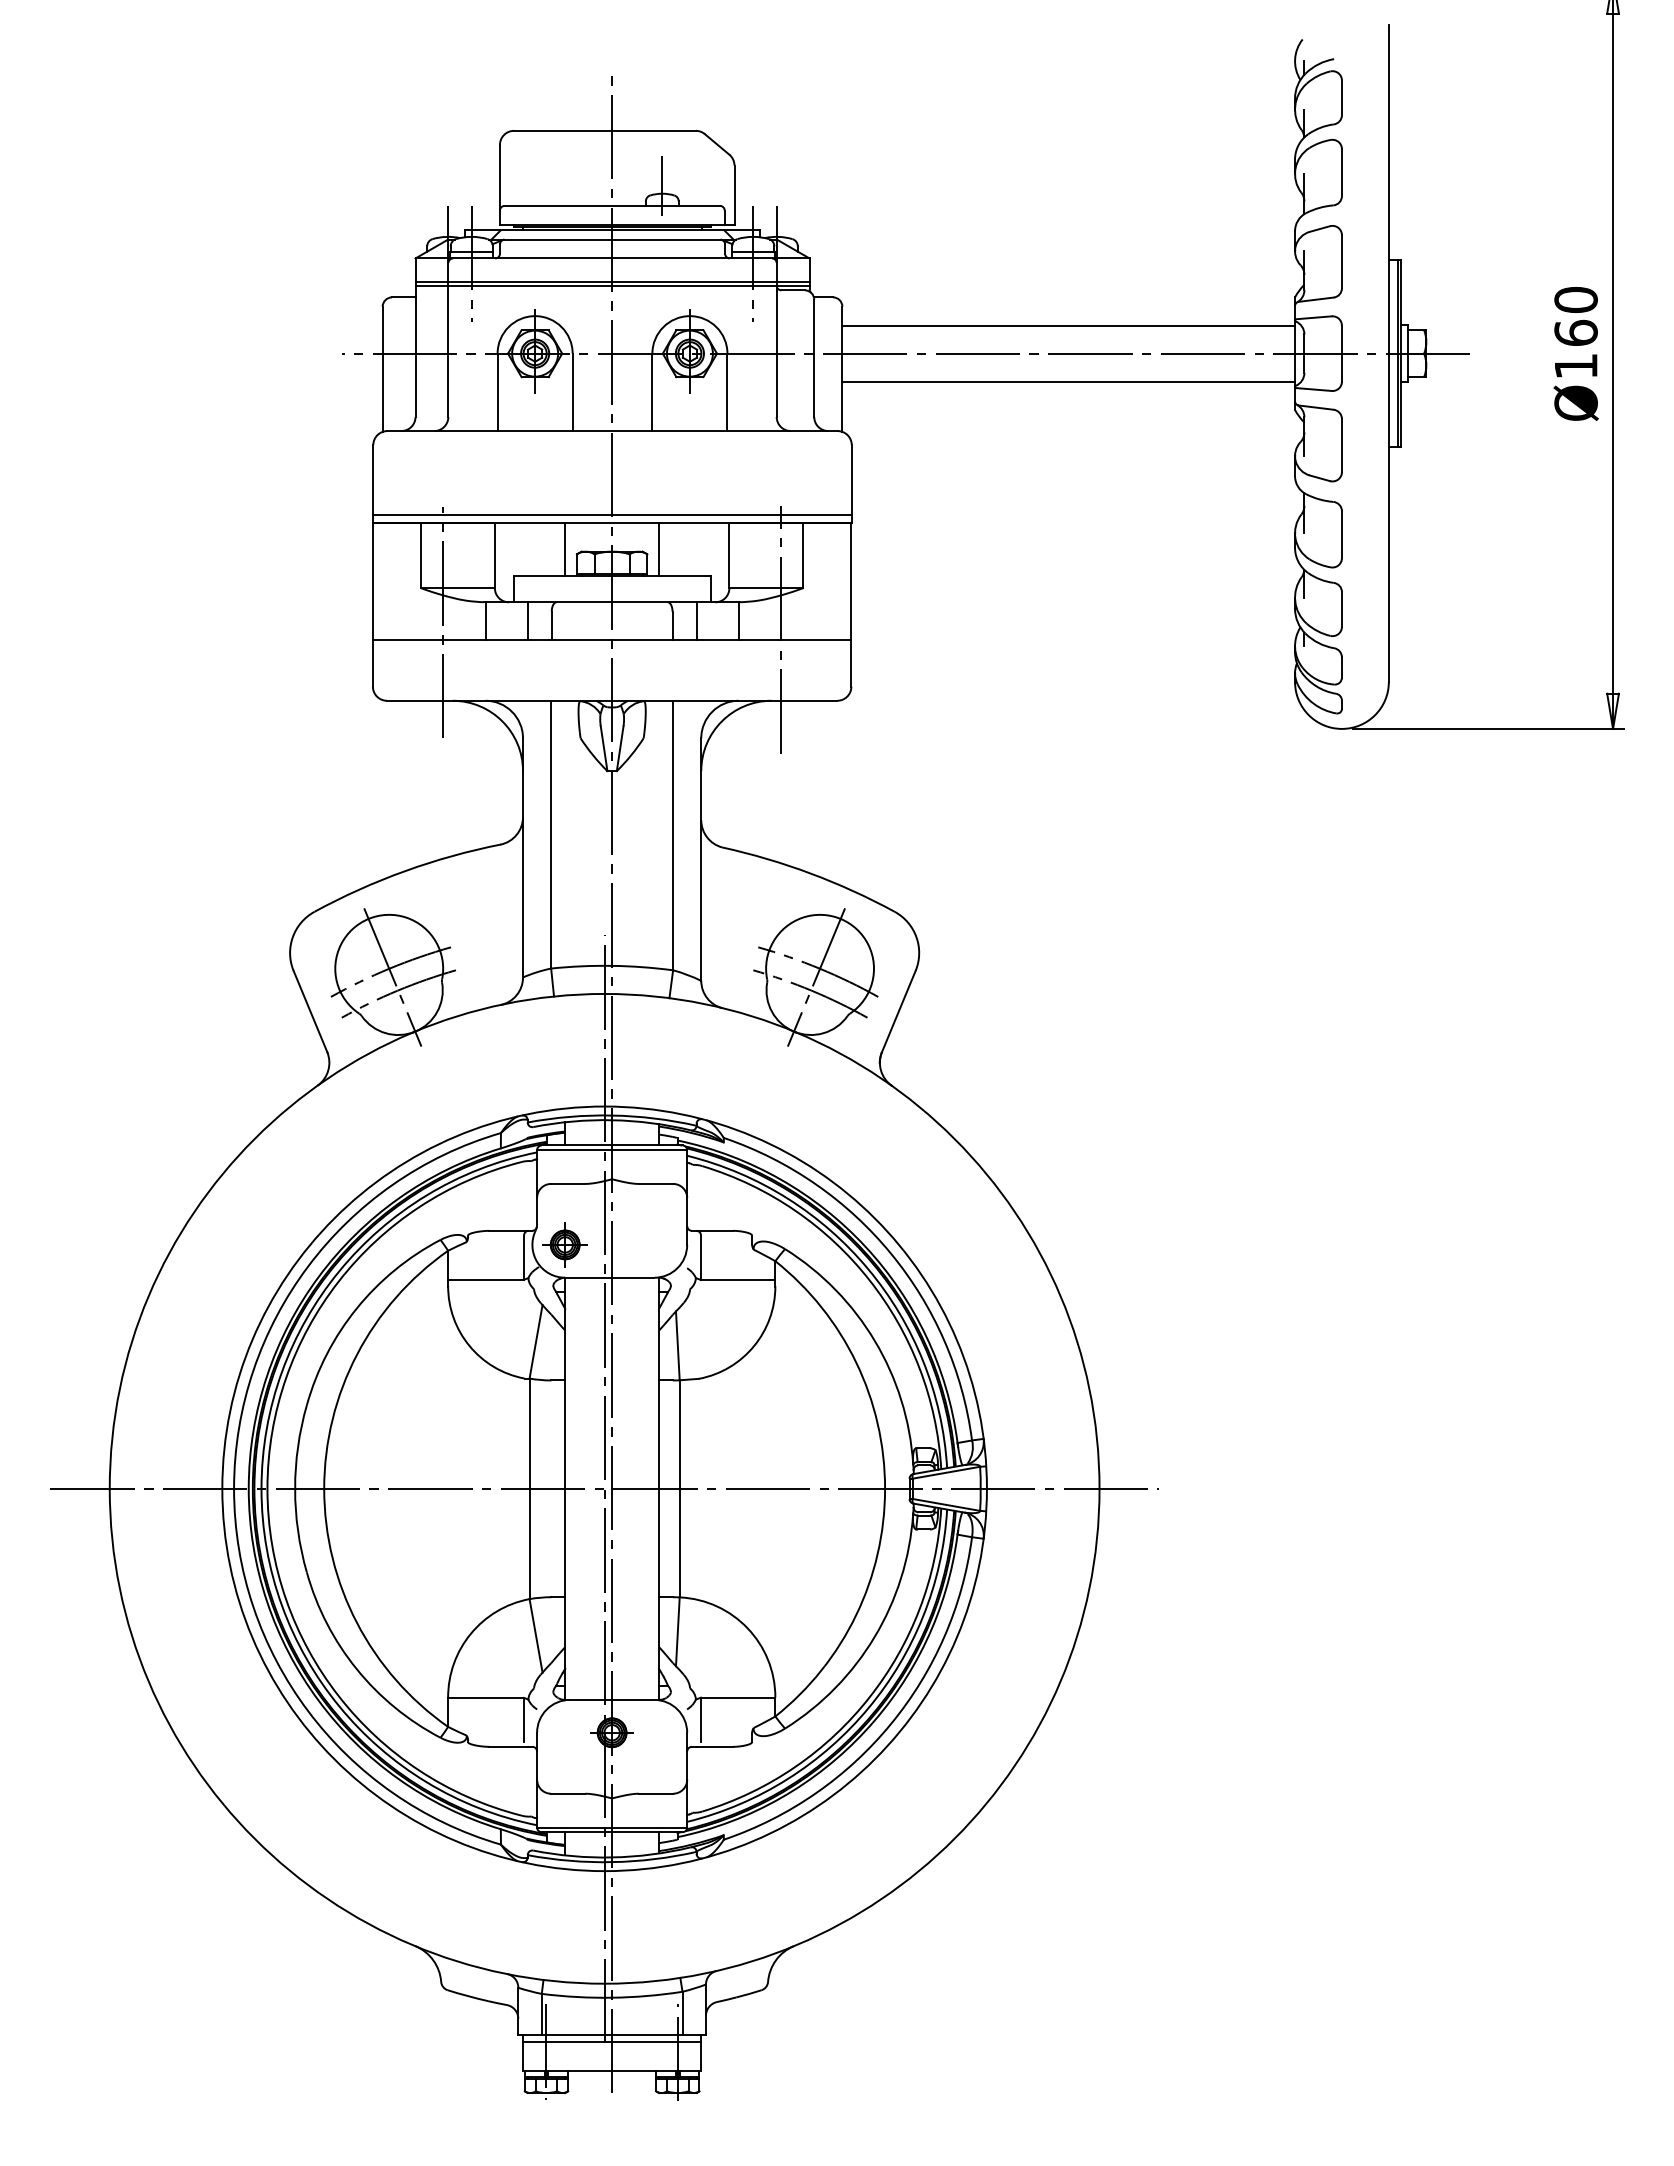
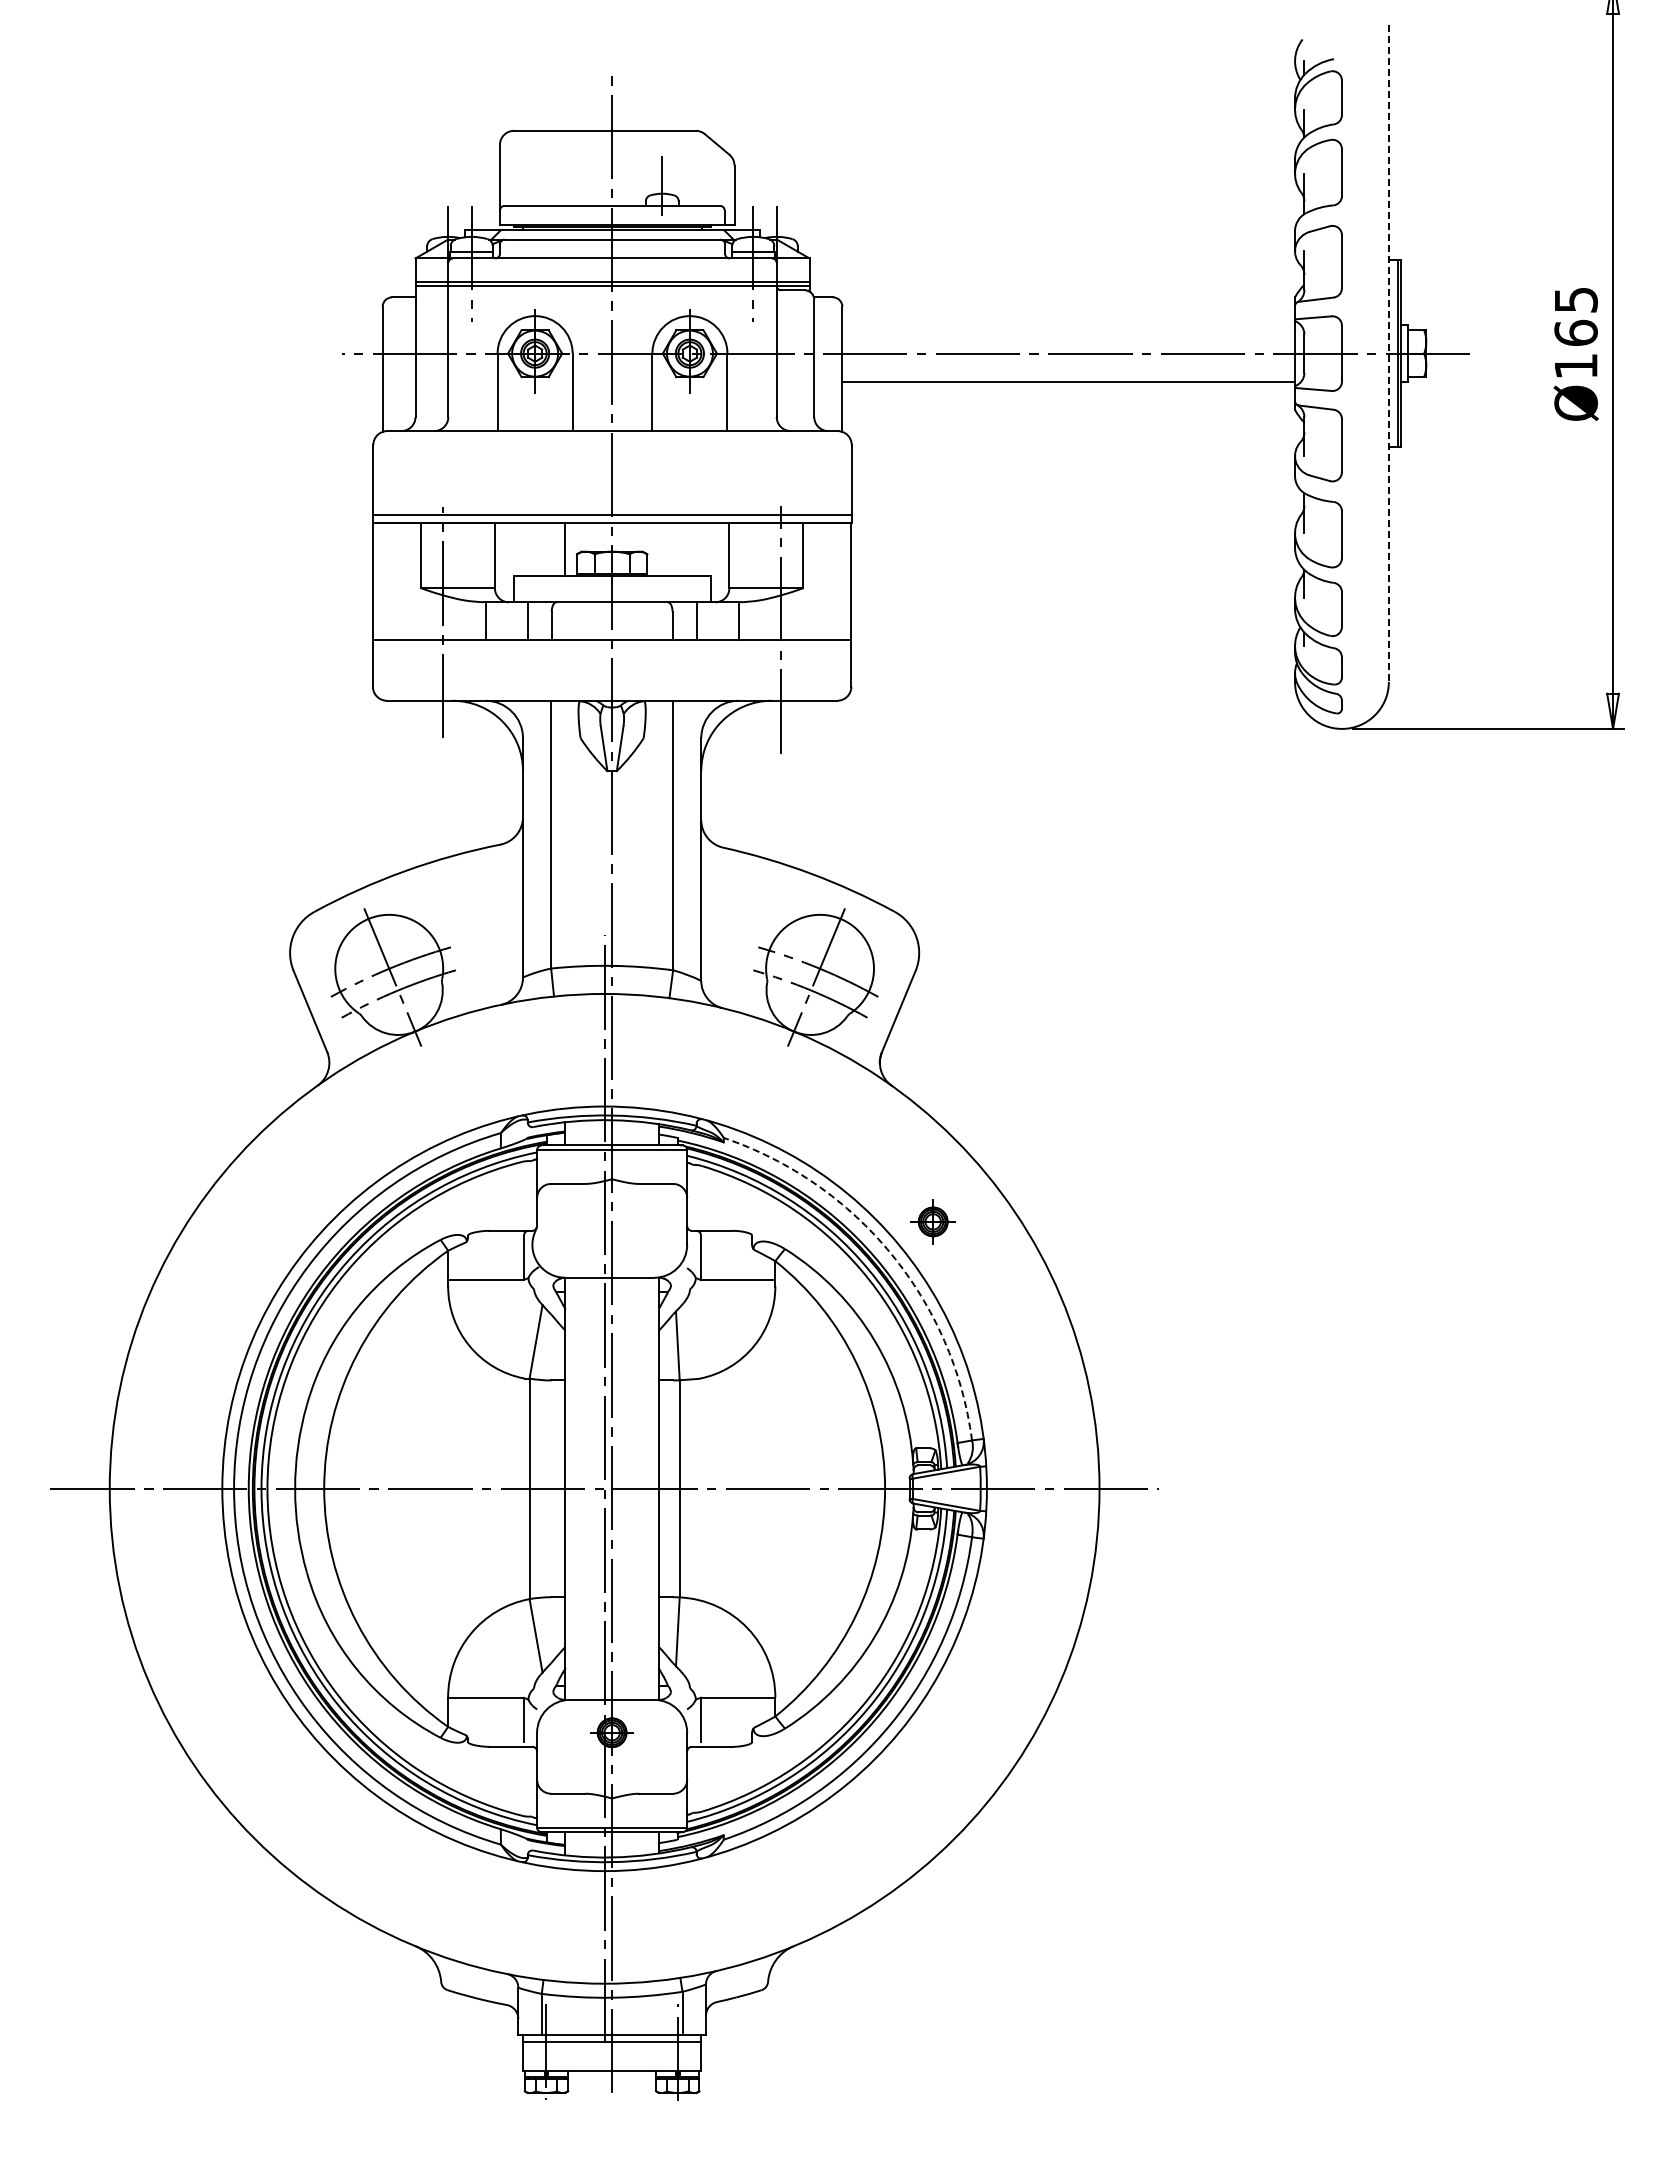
text at (1575, 300): Ø160 -> Ø165
line at (1068, 325): present -> none
line at (1388, 354): solid -> dashed
line at (659, 549): present -> none
part at (564, 1244) position: (564, 1244) -> (932, 1221)
arc at (891, 1253): solid -> dashed
